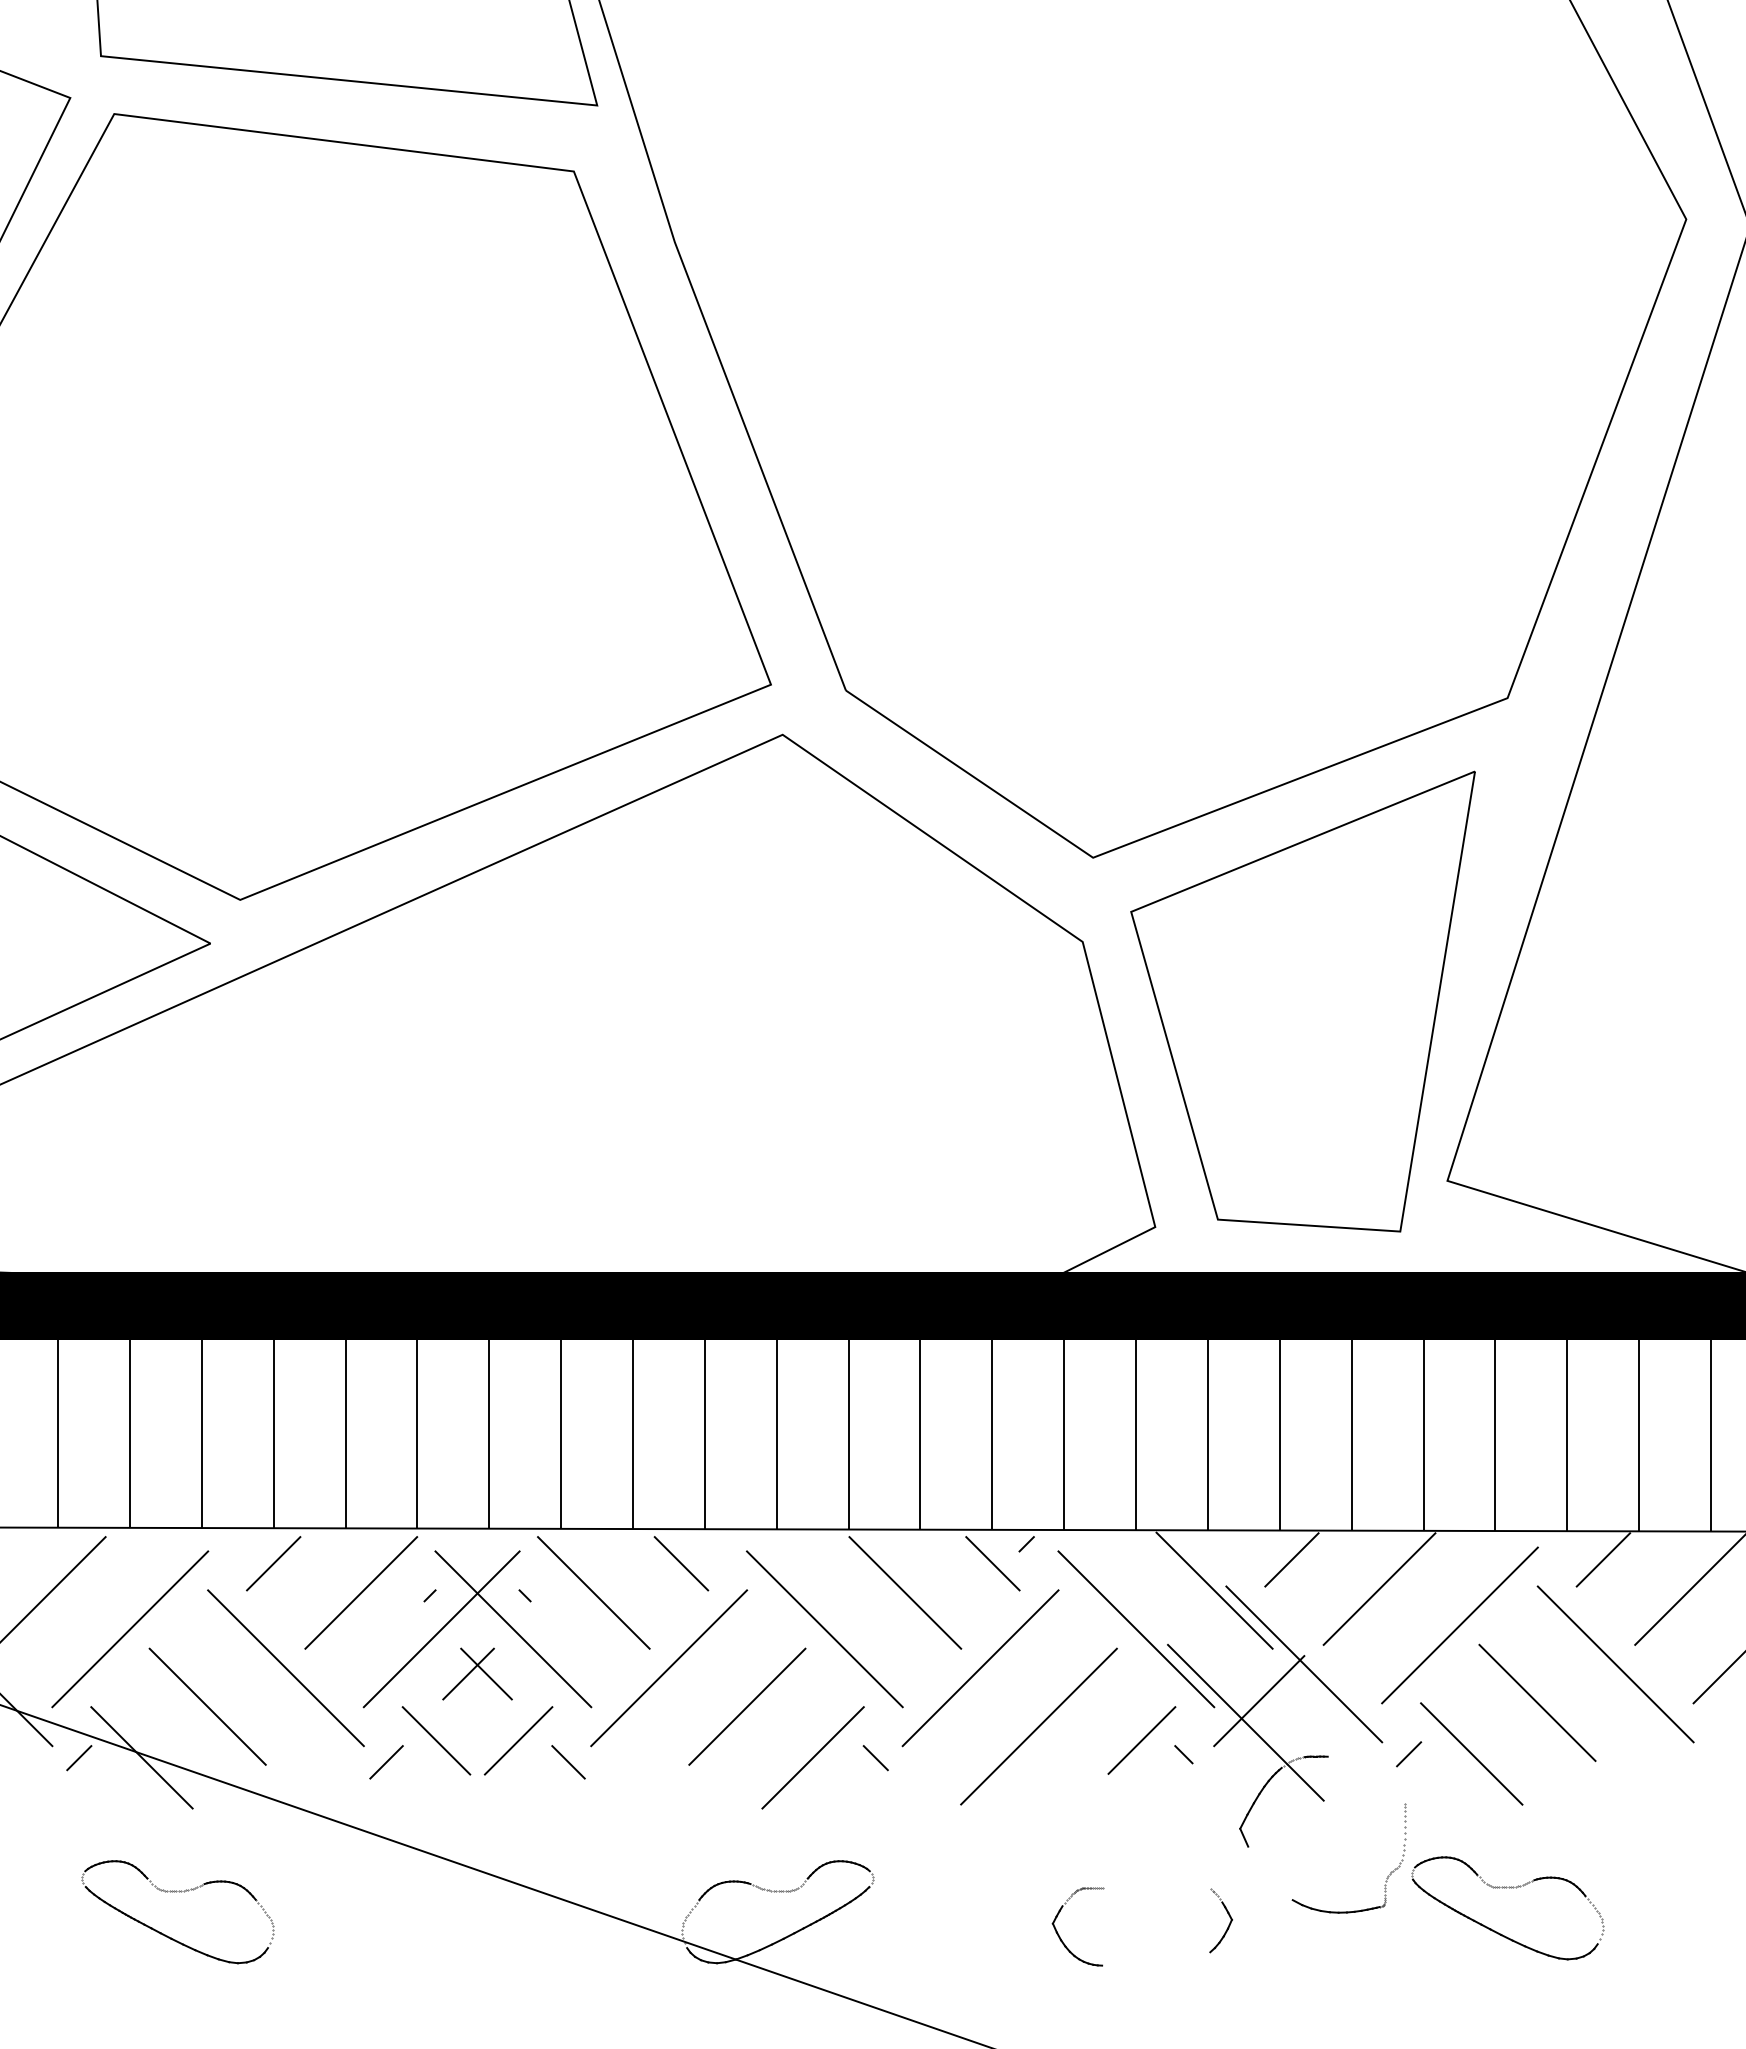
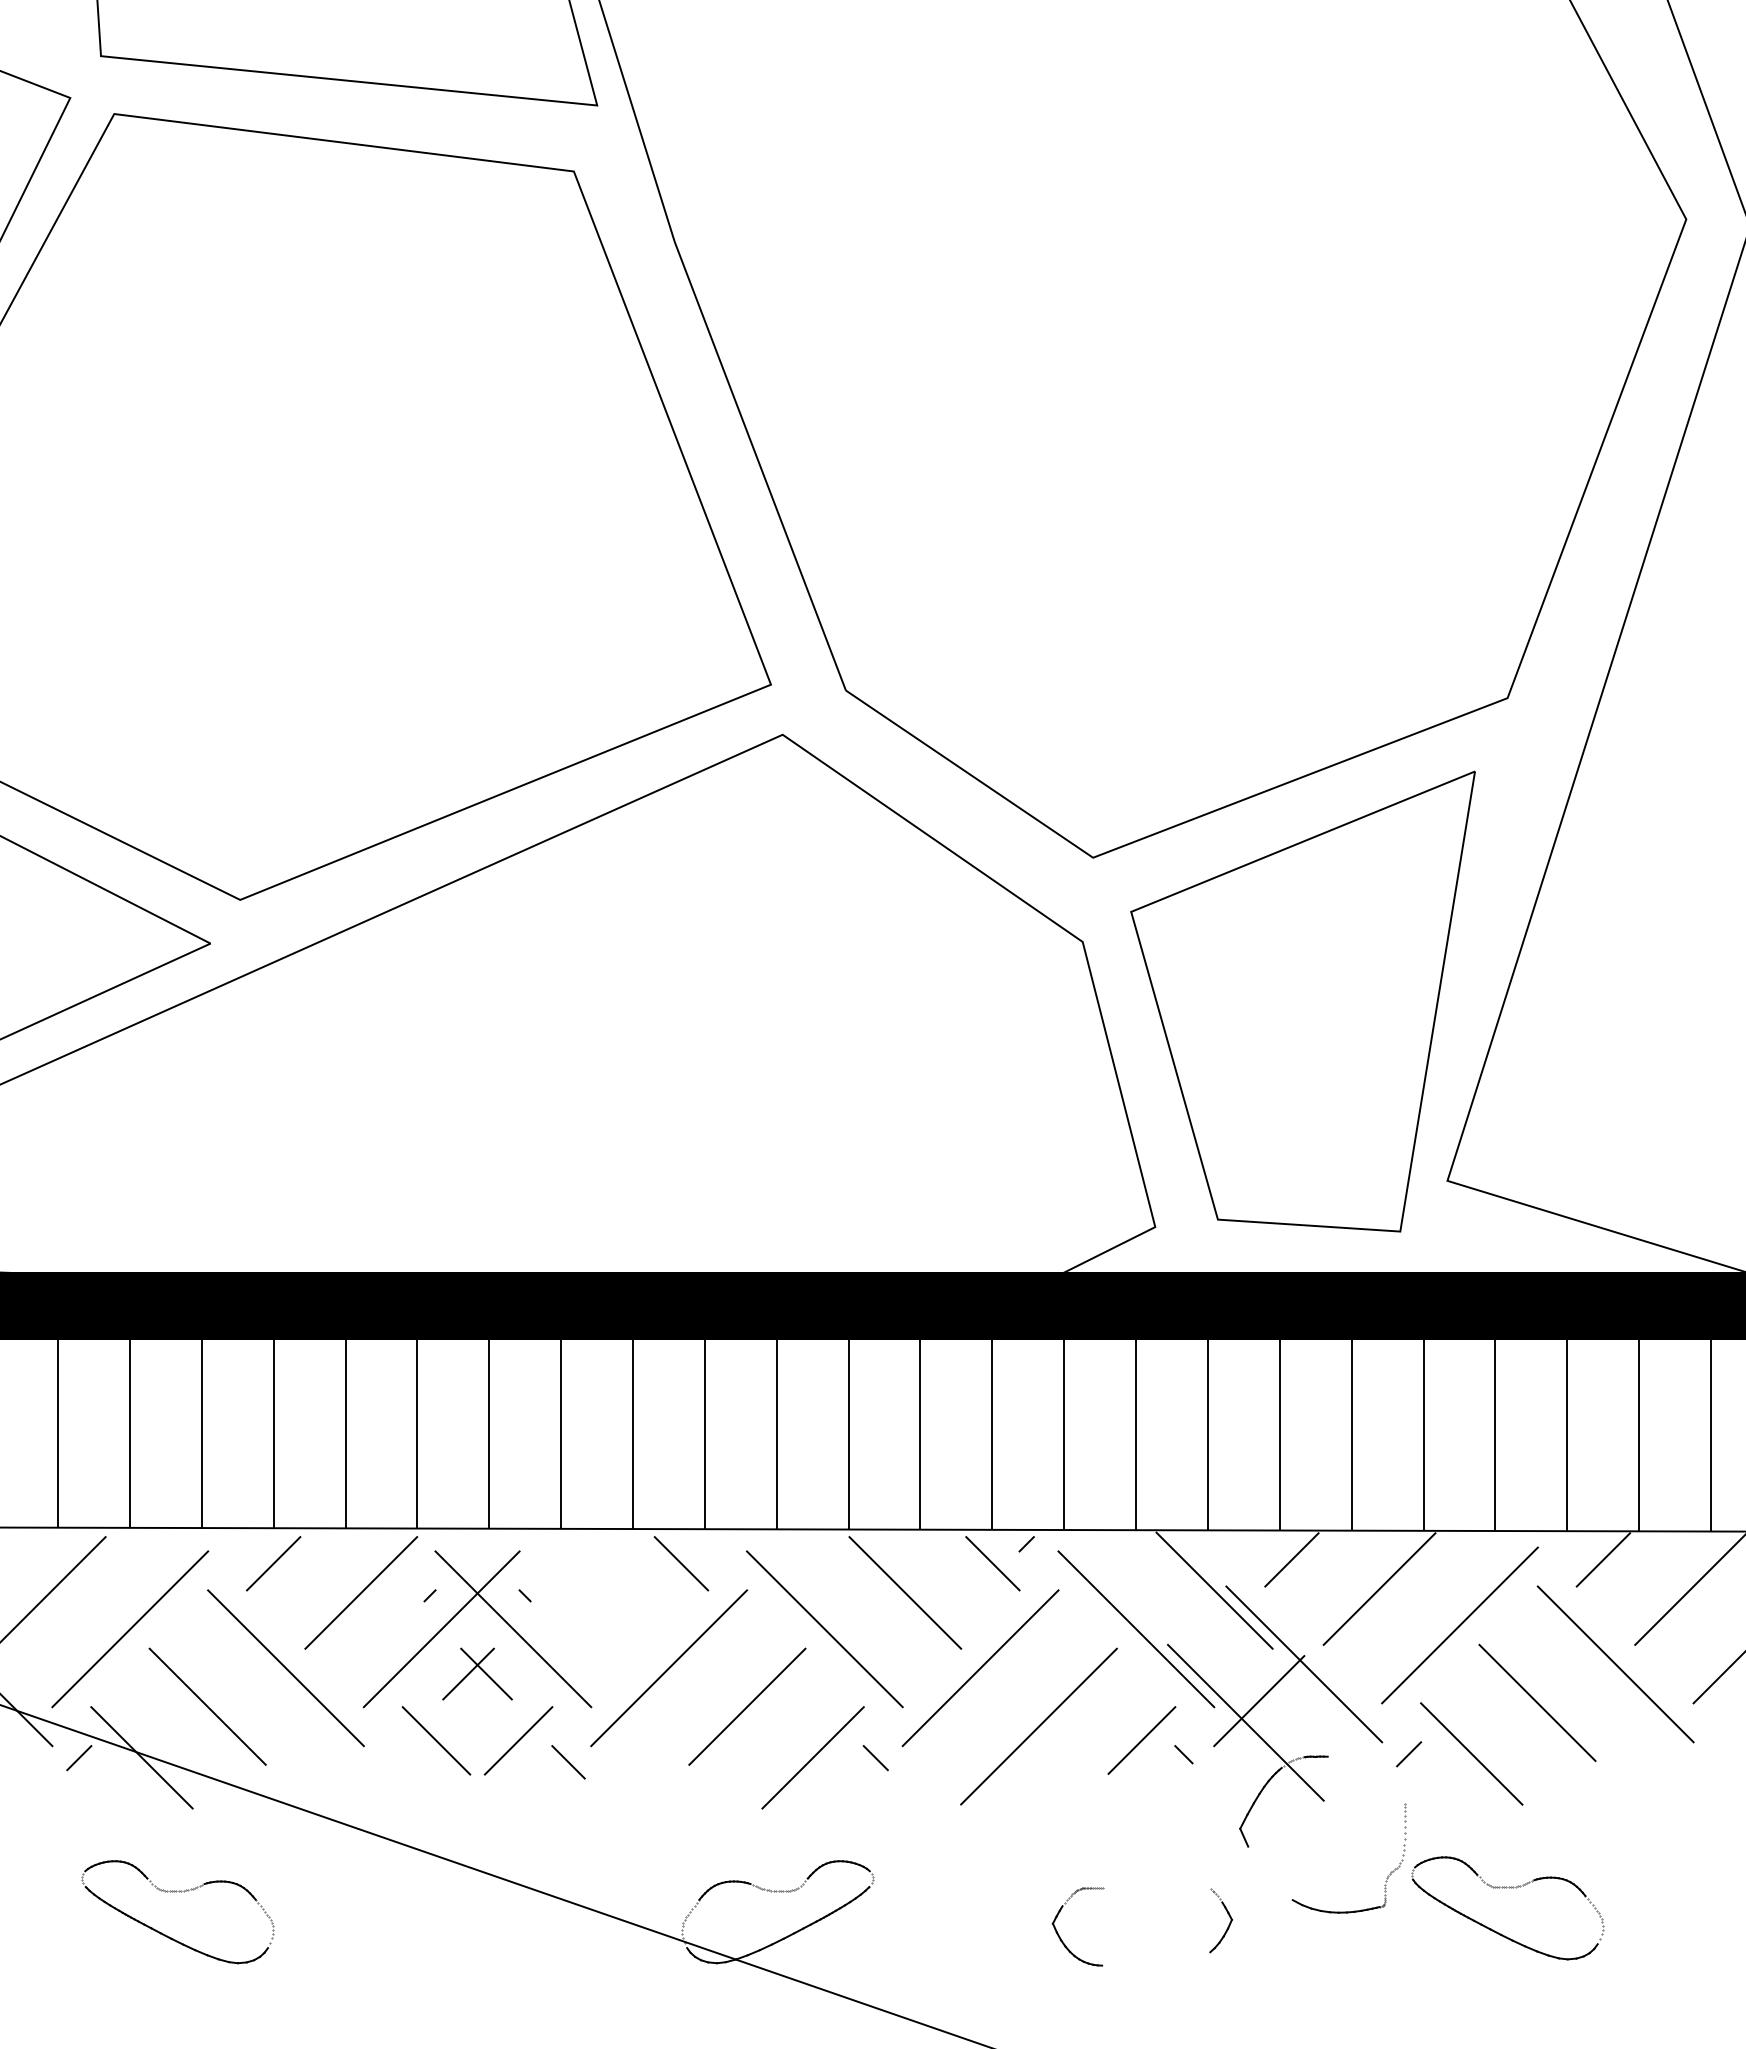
line at (593, 1592): present -> none
line at (386, 1762): present -> none
